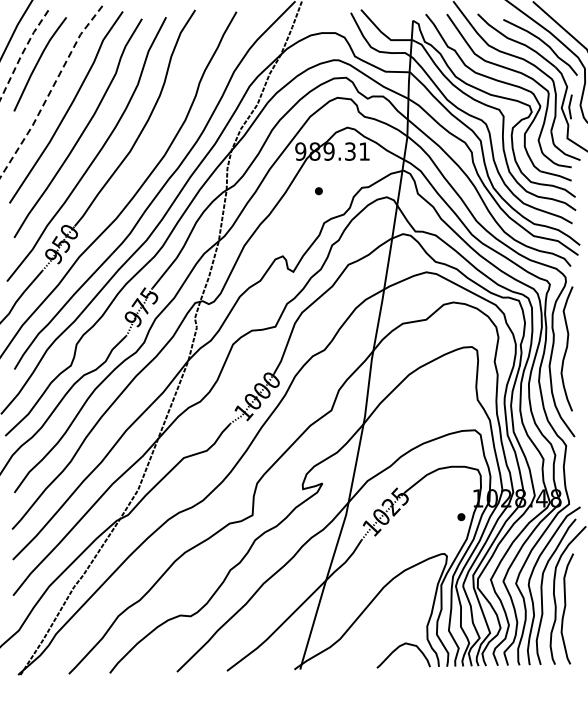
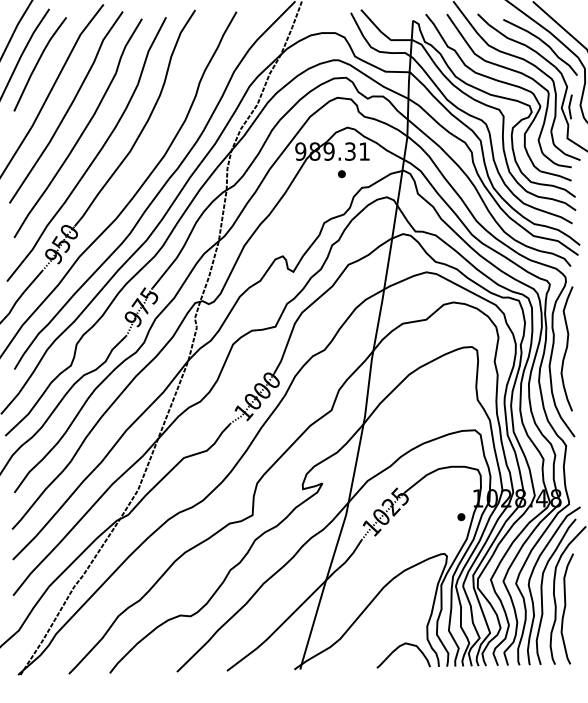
line at (22, 53): dashed -> solid
line at (51, 89): dashed -> solid
part at (318, 191) position: (318, 191) -> (341, 174)
